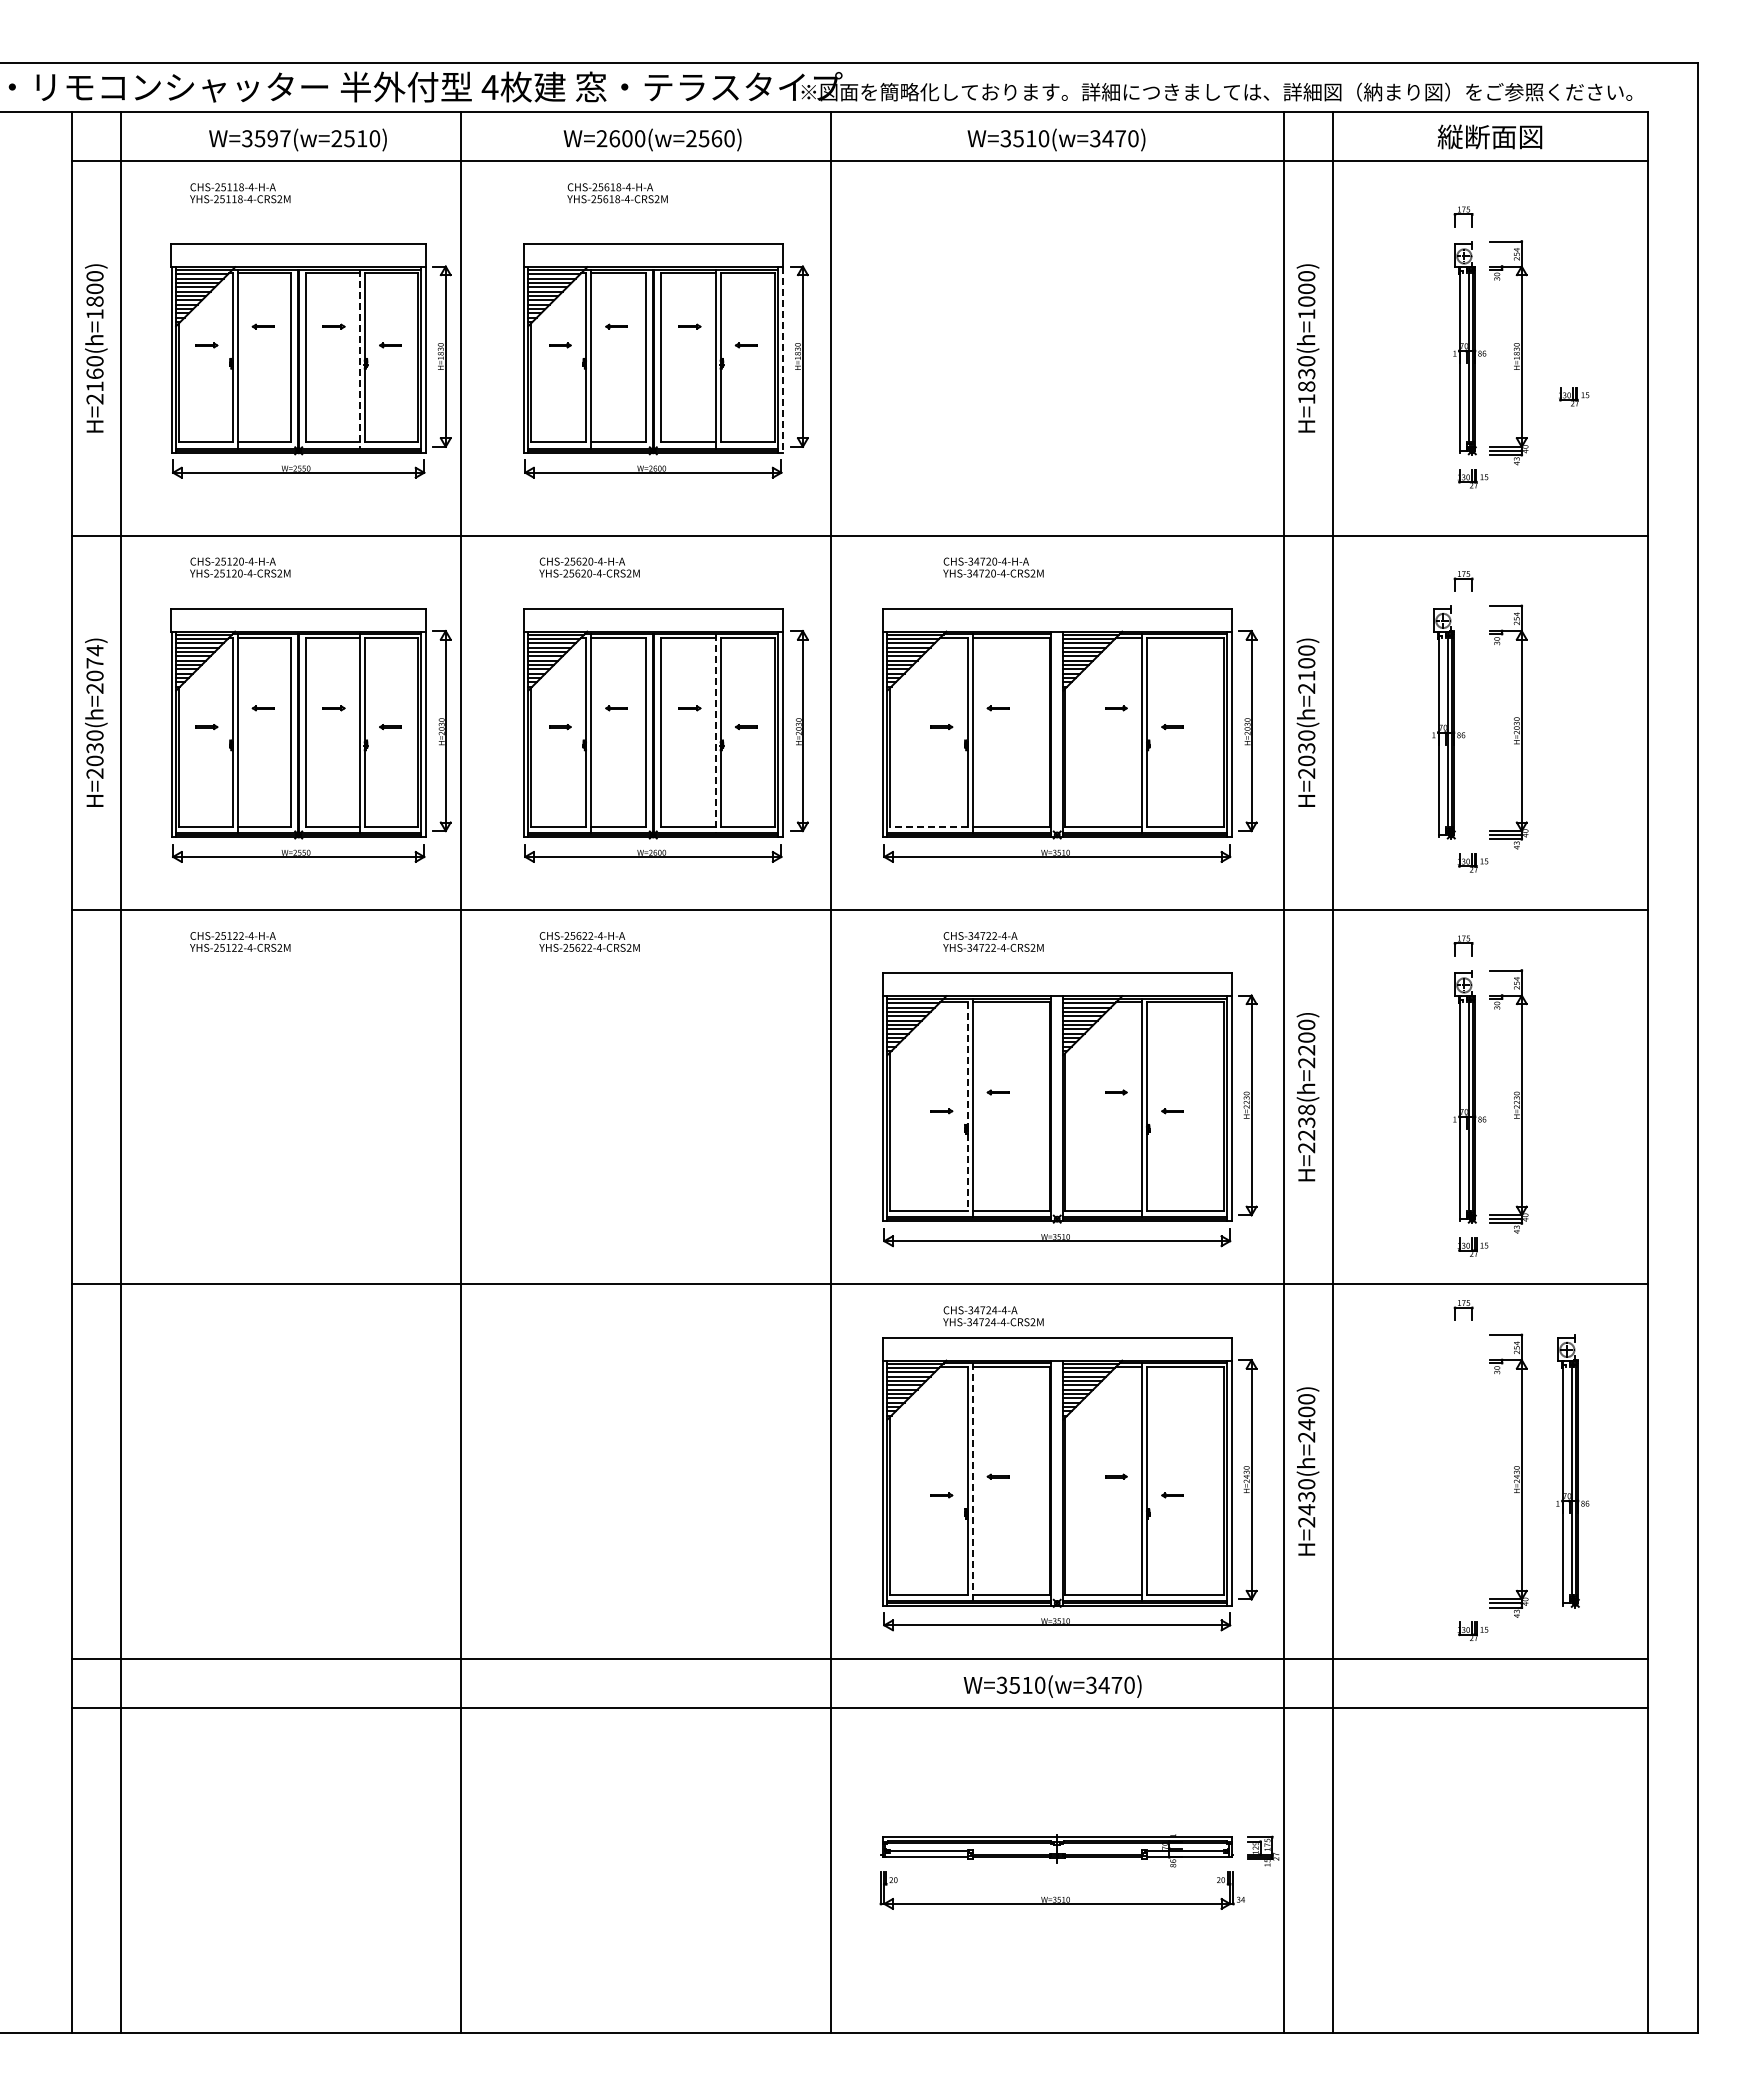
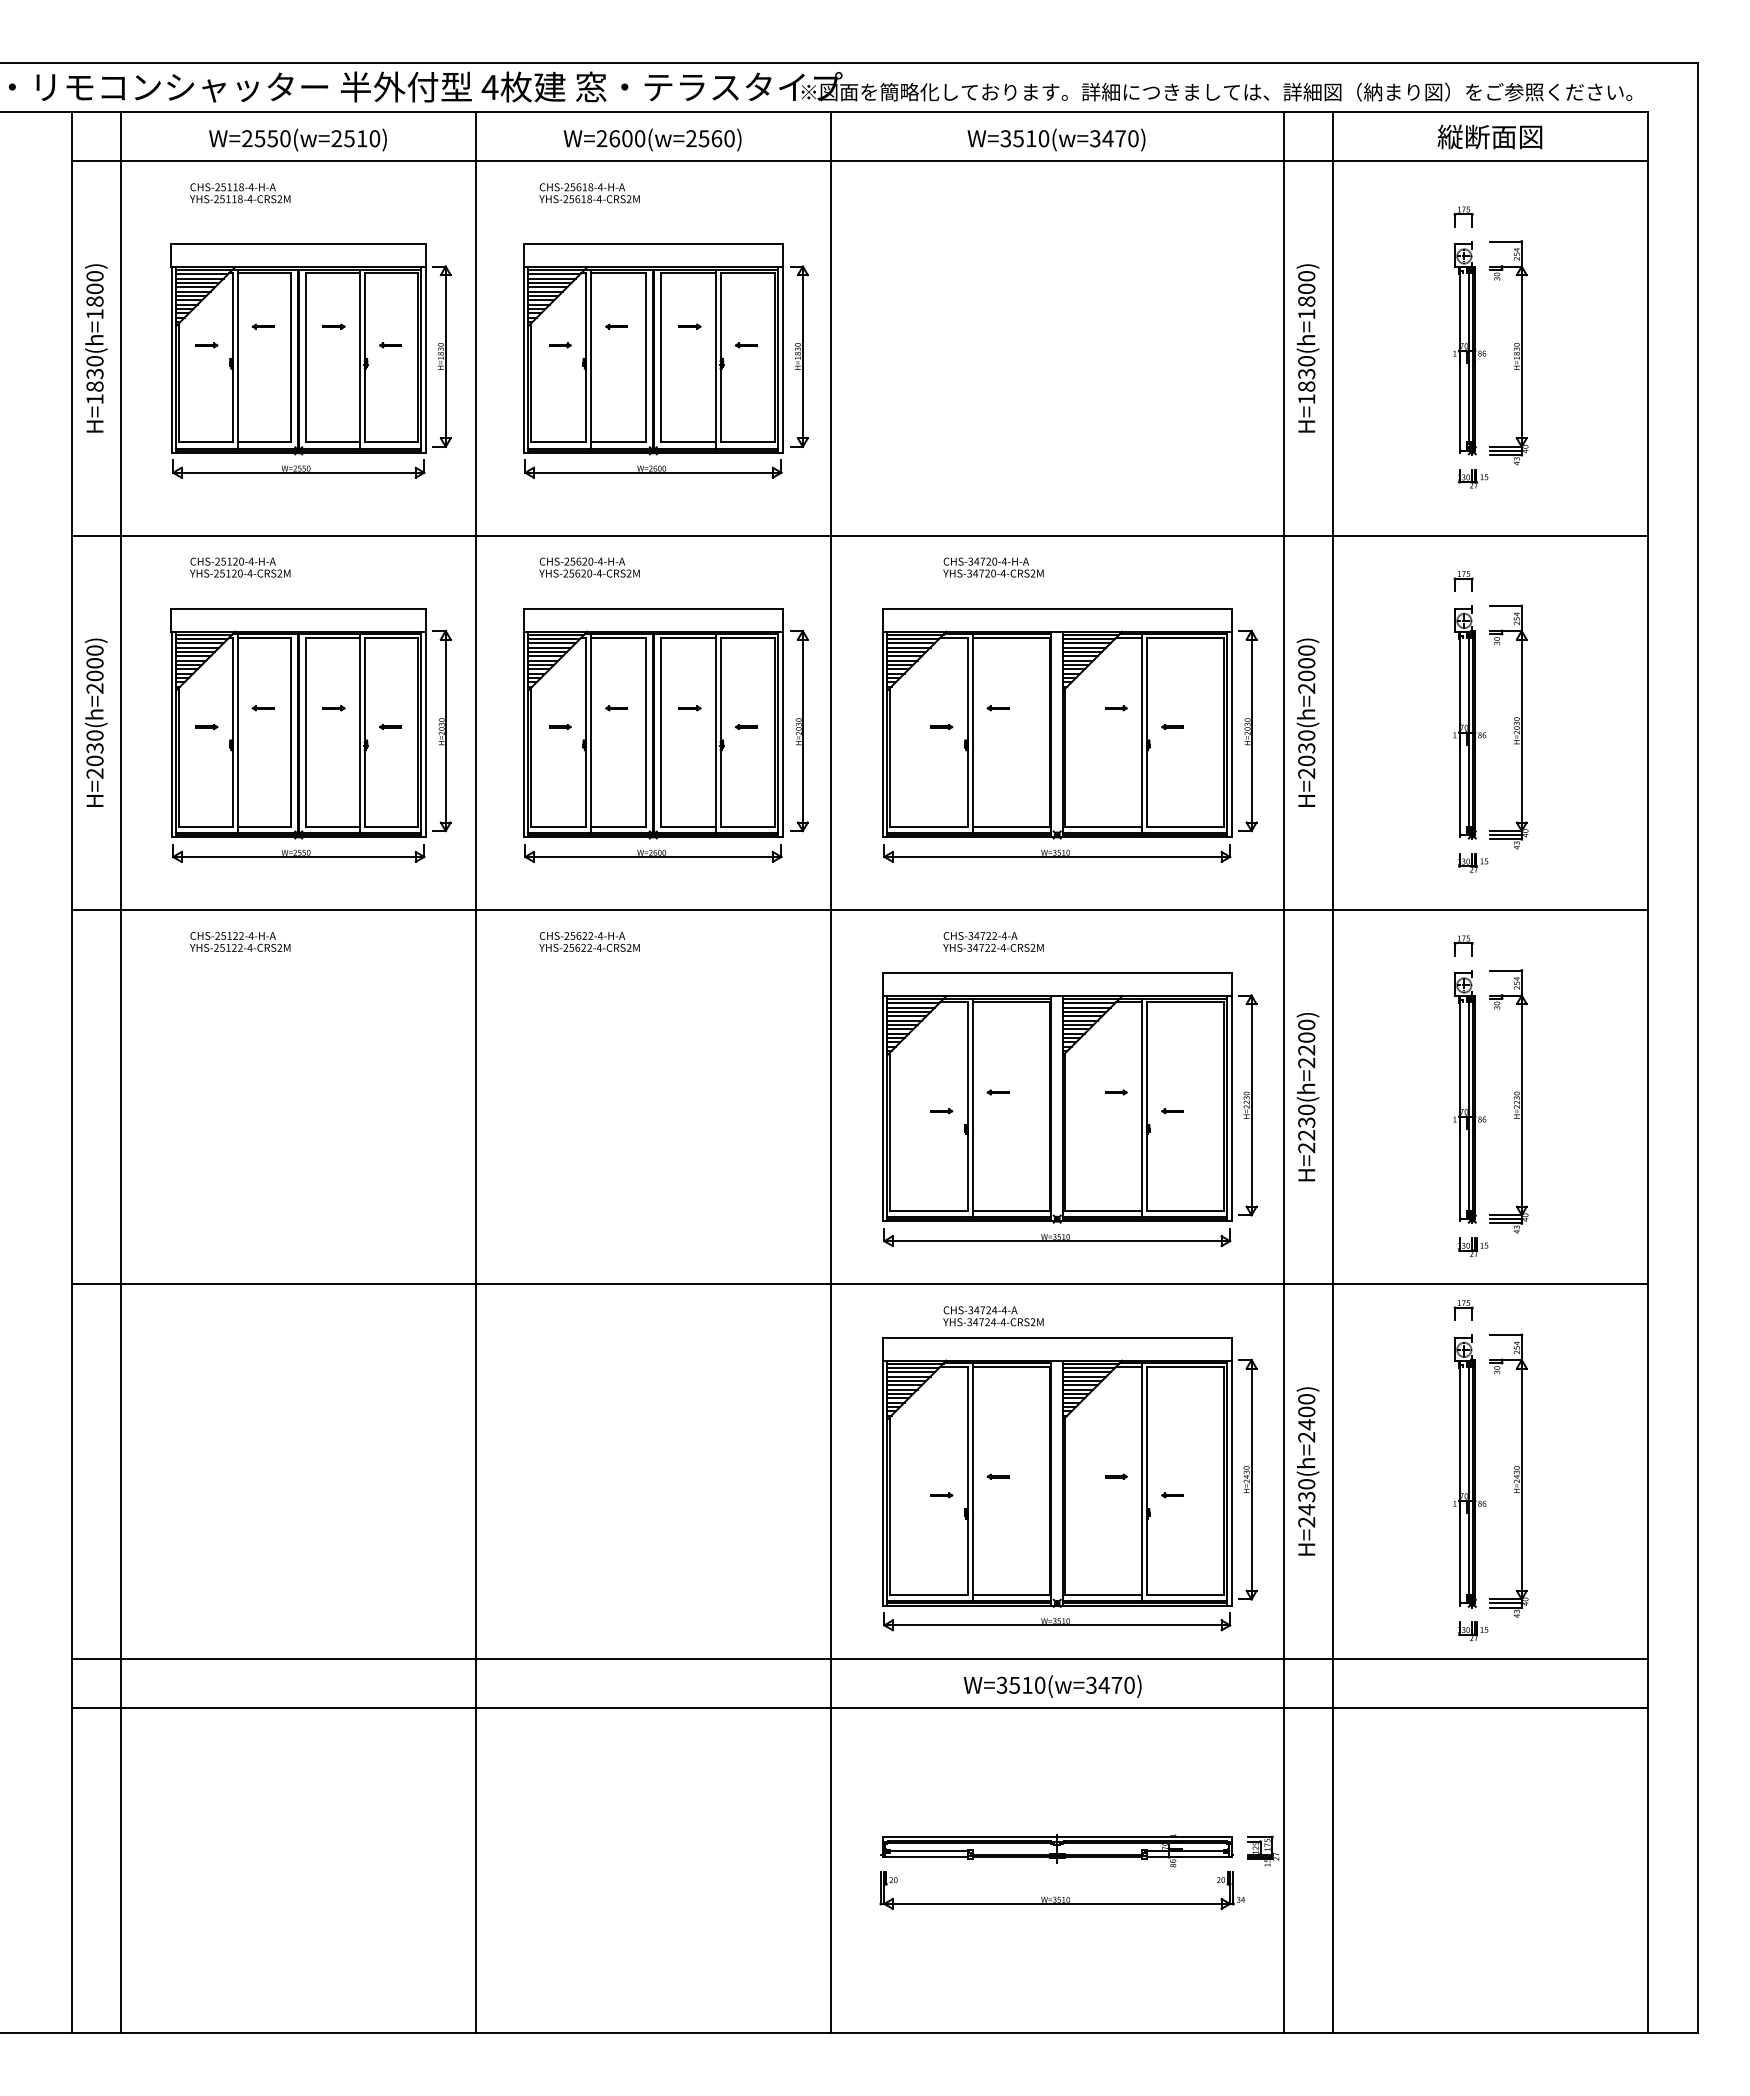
text at (266, 138): W=3597(w=2510) -> W=2550(w=2510)
text at (617, 193) position: (617, 193) -> (589, 193)
text at (1306, 301): H=1830(h=1000) -> H=1830(h=1800)
line at (359, 359): dashed -> solid
line at (782, 360): dashed -> solid
text at (94, 386): H=2160(h=1800) -> H=1830(h=1800)
part at (1573, 396): present -> none
text at (94, 656): H=2030(h=2074) -> H=2030(h=2000)
text at (1306, 675): H=2030(h=2100) -> H=2030(h=2000)
part at (1448, 722) position: (1448, 722) -> (1469, 722)
line at (715, 733): dashed -> solid
line at (929, 826): dashed -> solid
line at (461, 1072) position: (461, 1072) -> (476, 1072)
line at (967, 1107): dashed -> solid
text at (1306, 1109): H=2238(h=2200) -> H=2230(h=2200)
part at (1572, 1471) position: (1572, 1471) -> (1469, 1471)
line at (972, 1482): dashed -> solid
